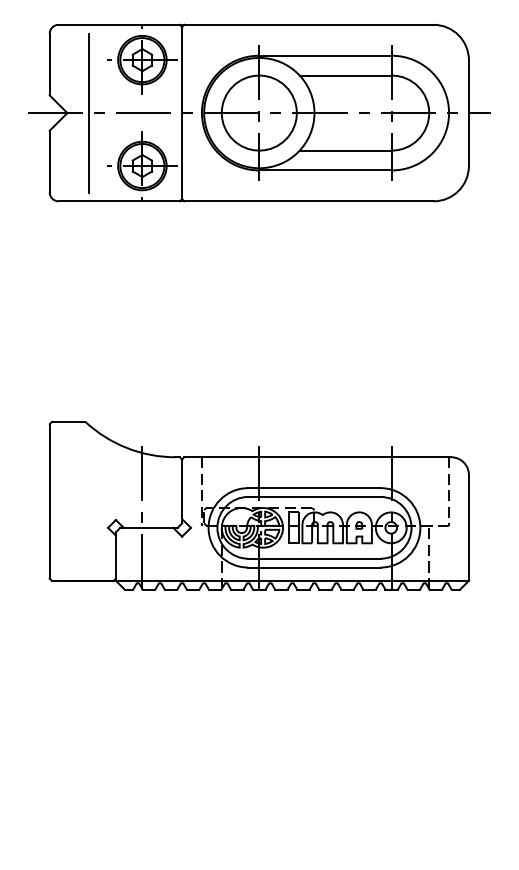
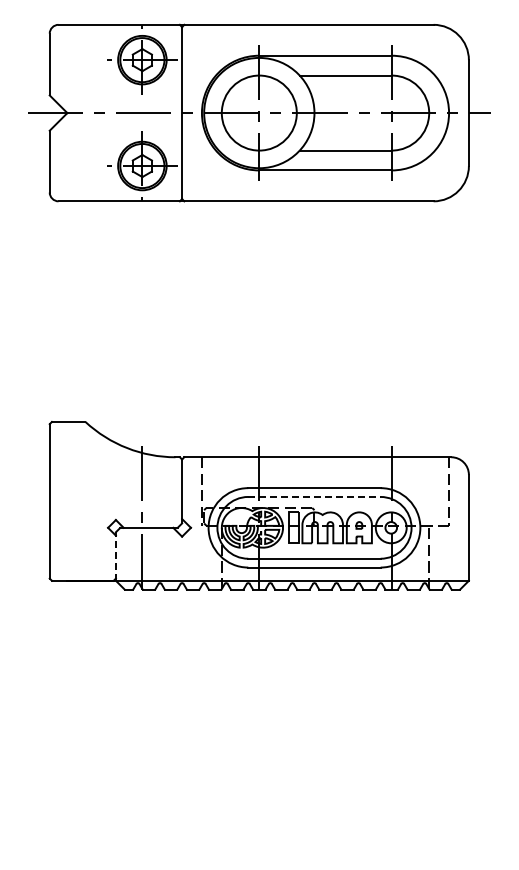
line at (88, 112): present -> none
line at (314, 496): solid -> dashed
line at (115, 556): solid -> dashed
